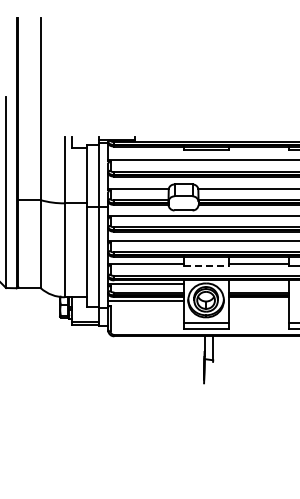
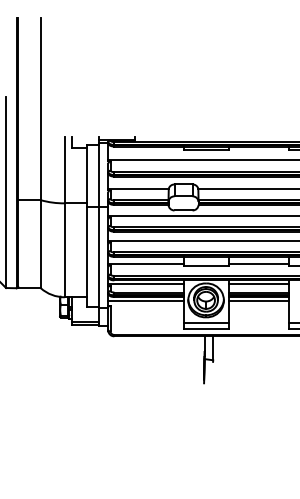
line at (206, 265): dashed -> solid
line at (258, 283): none -> present
line at (258, 301): none -> present
